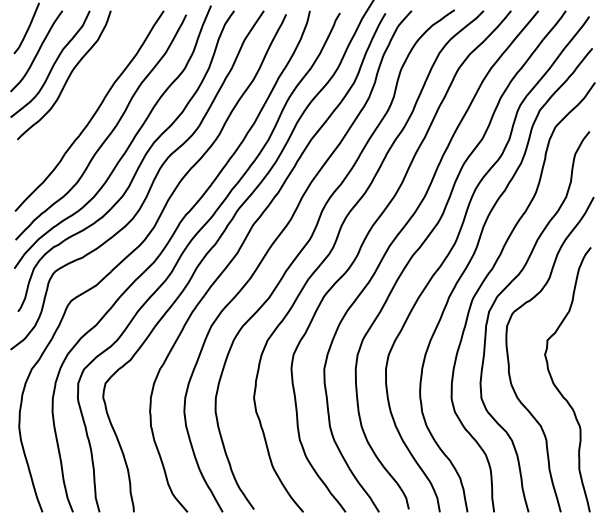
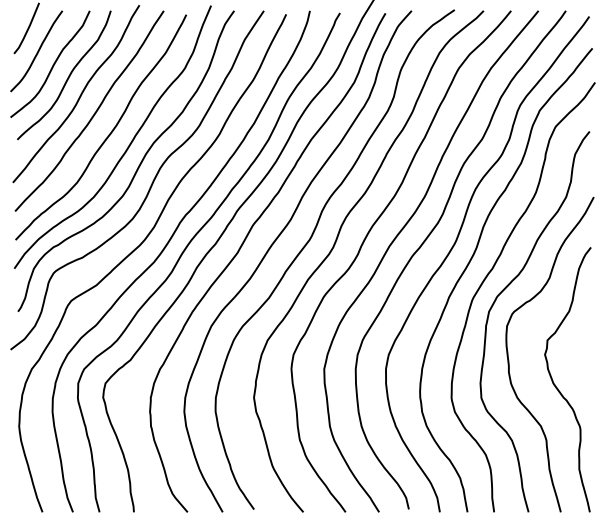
curve at (79, 95): none -> present
